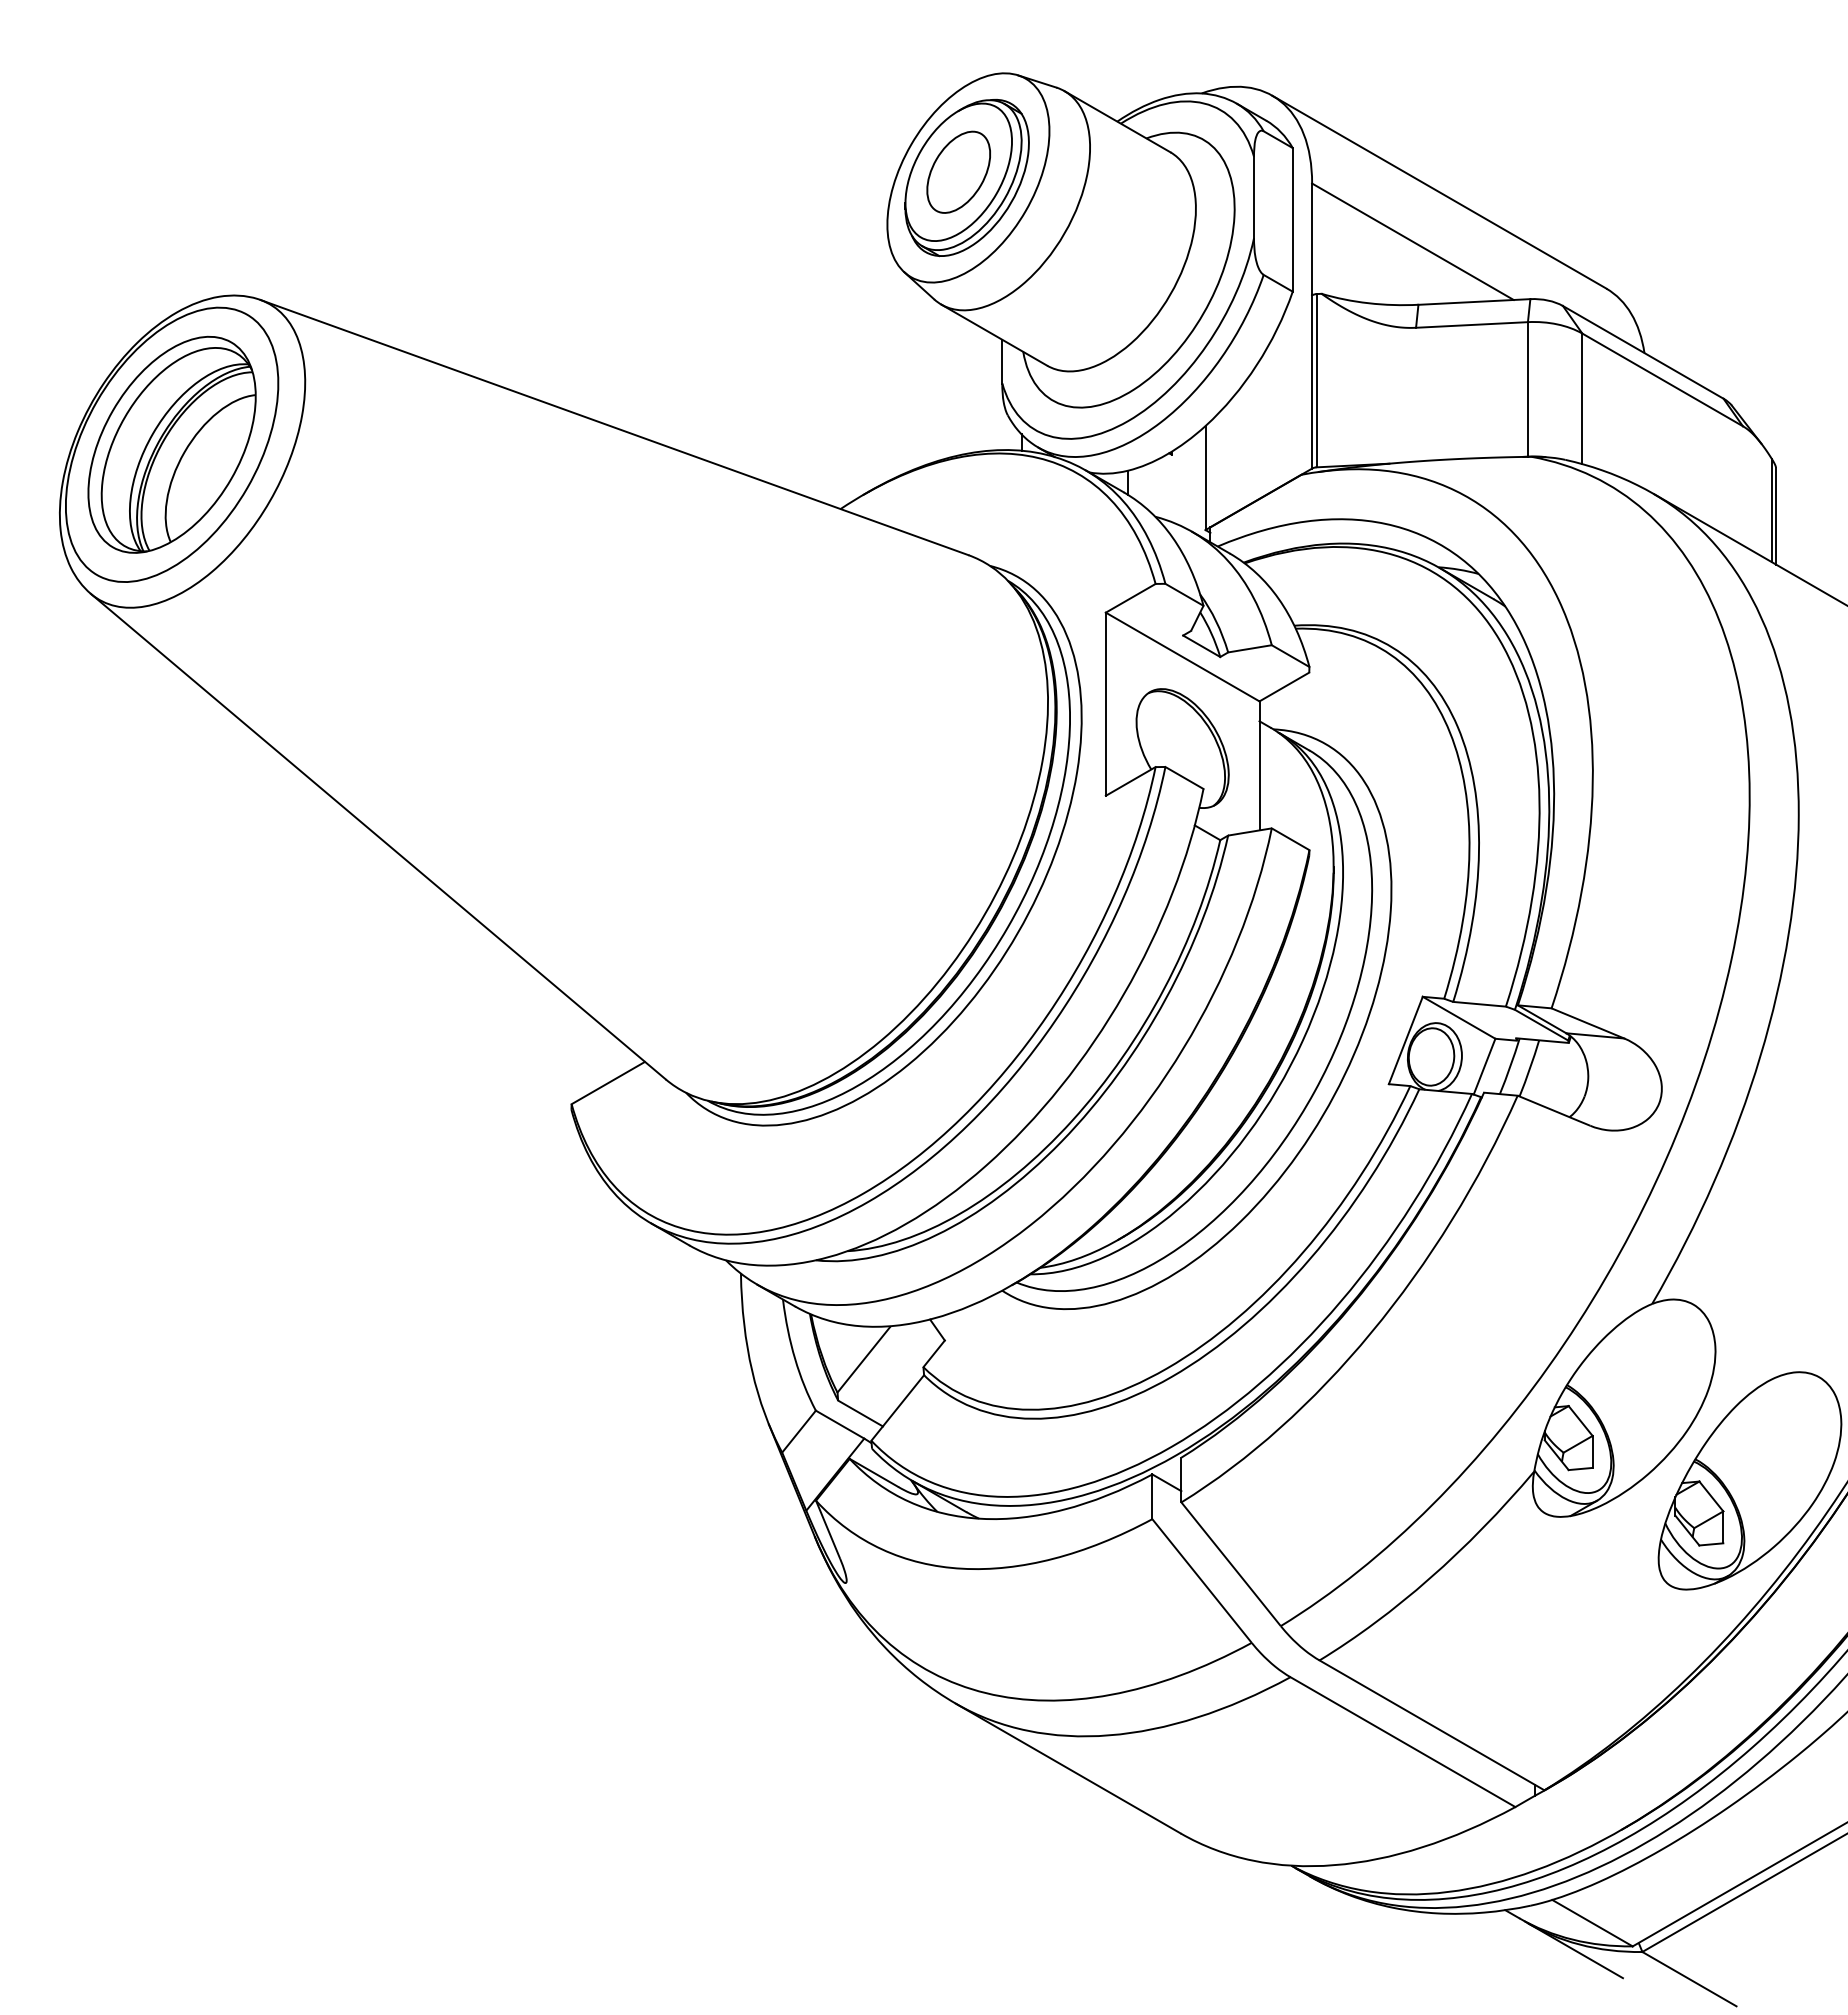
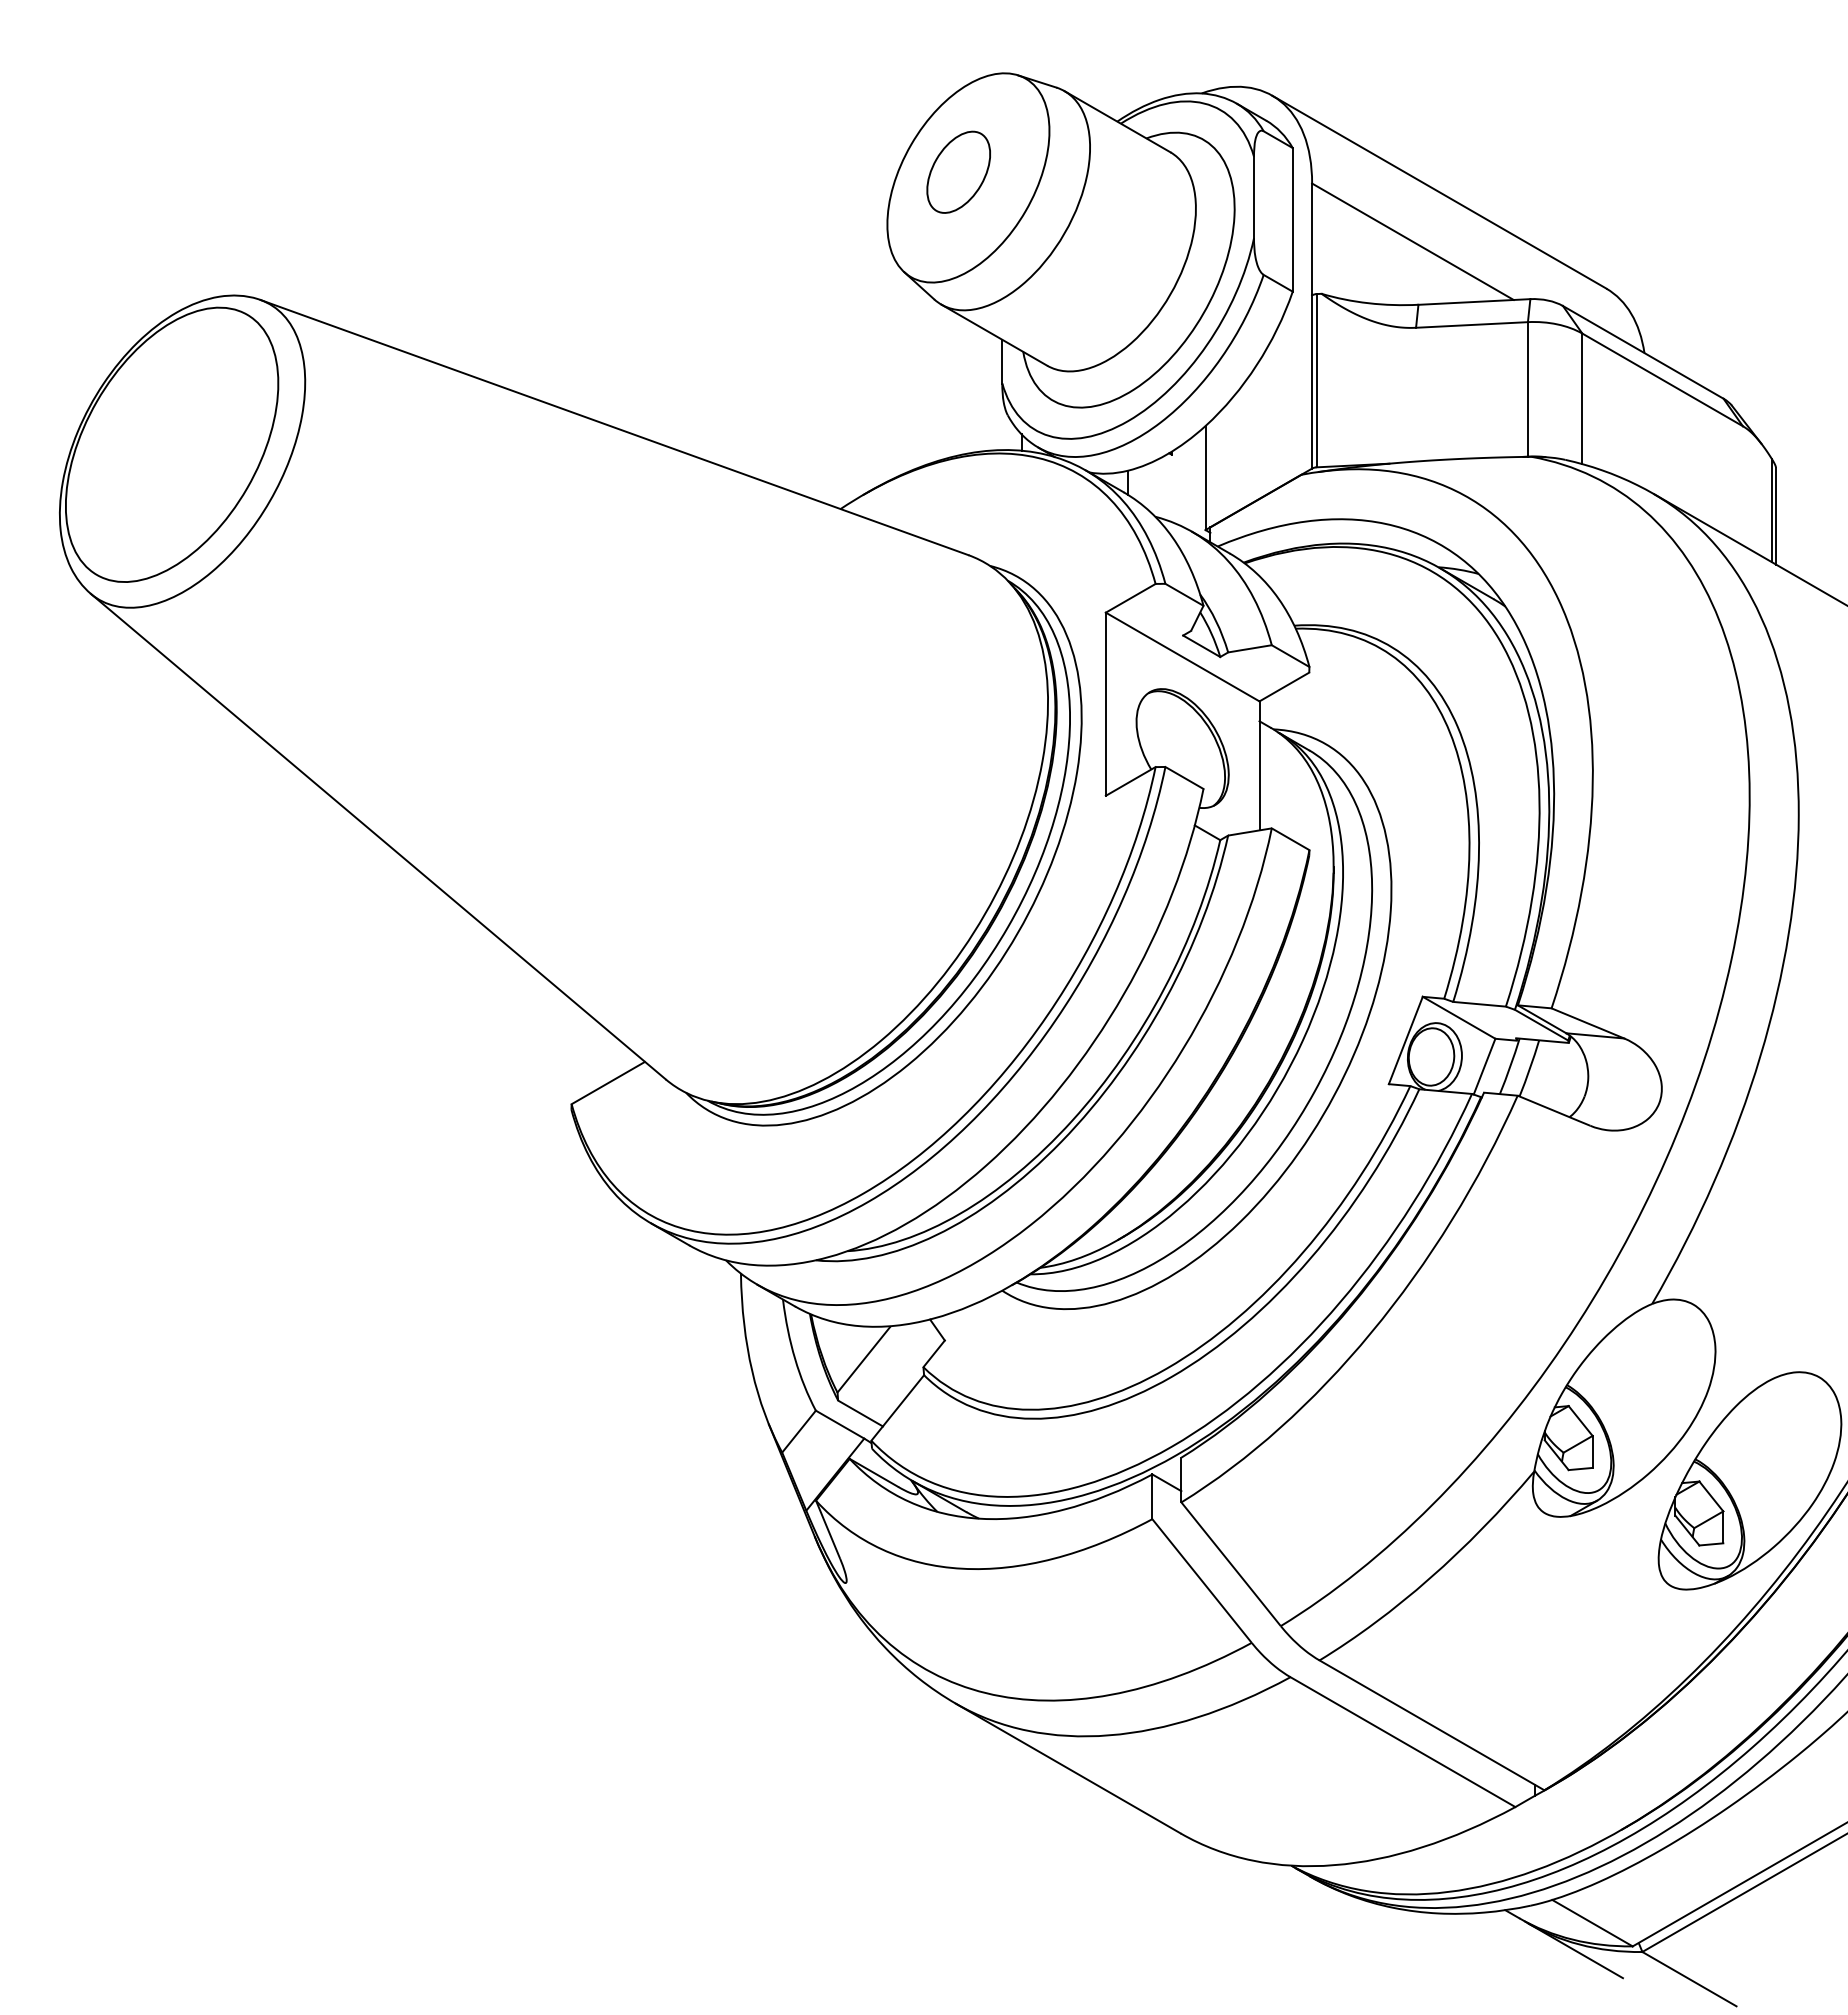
part at (966, 177): present -> none
part at (171, 444): present -> none
